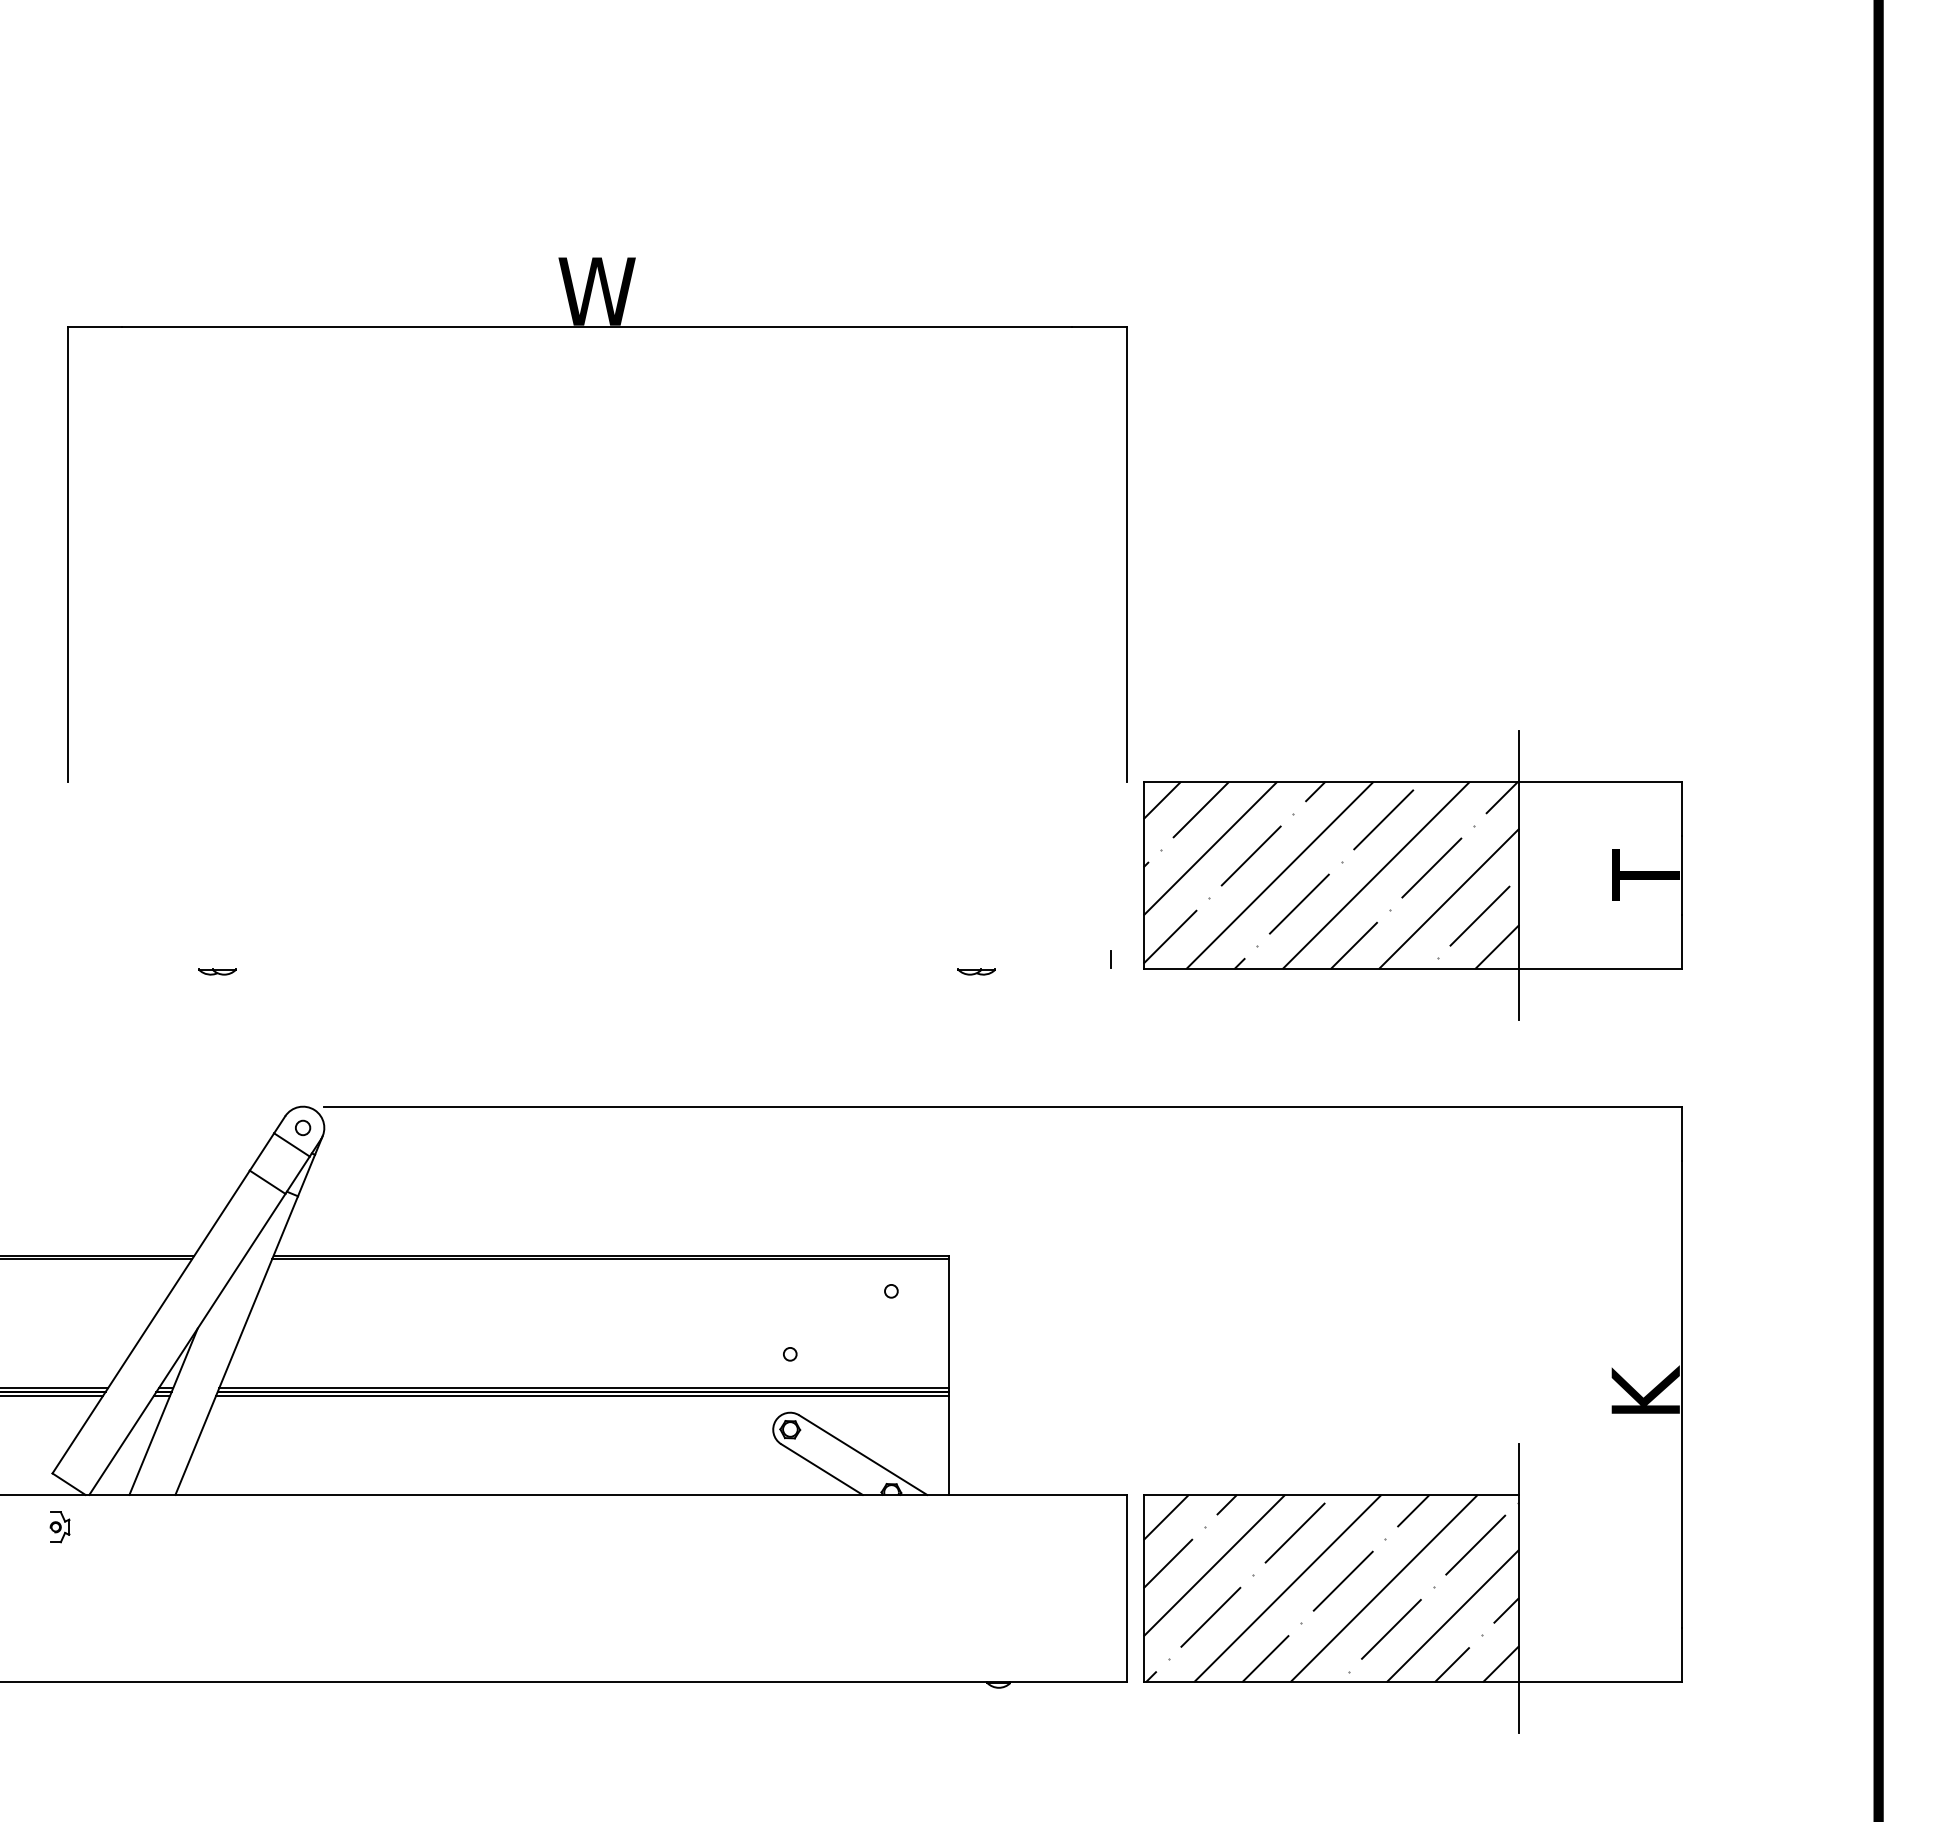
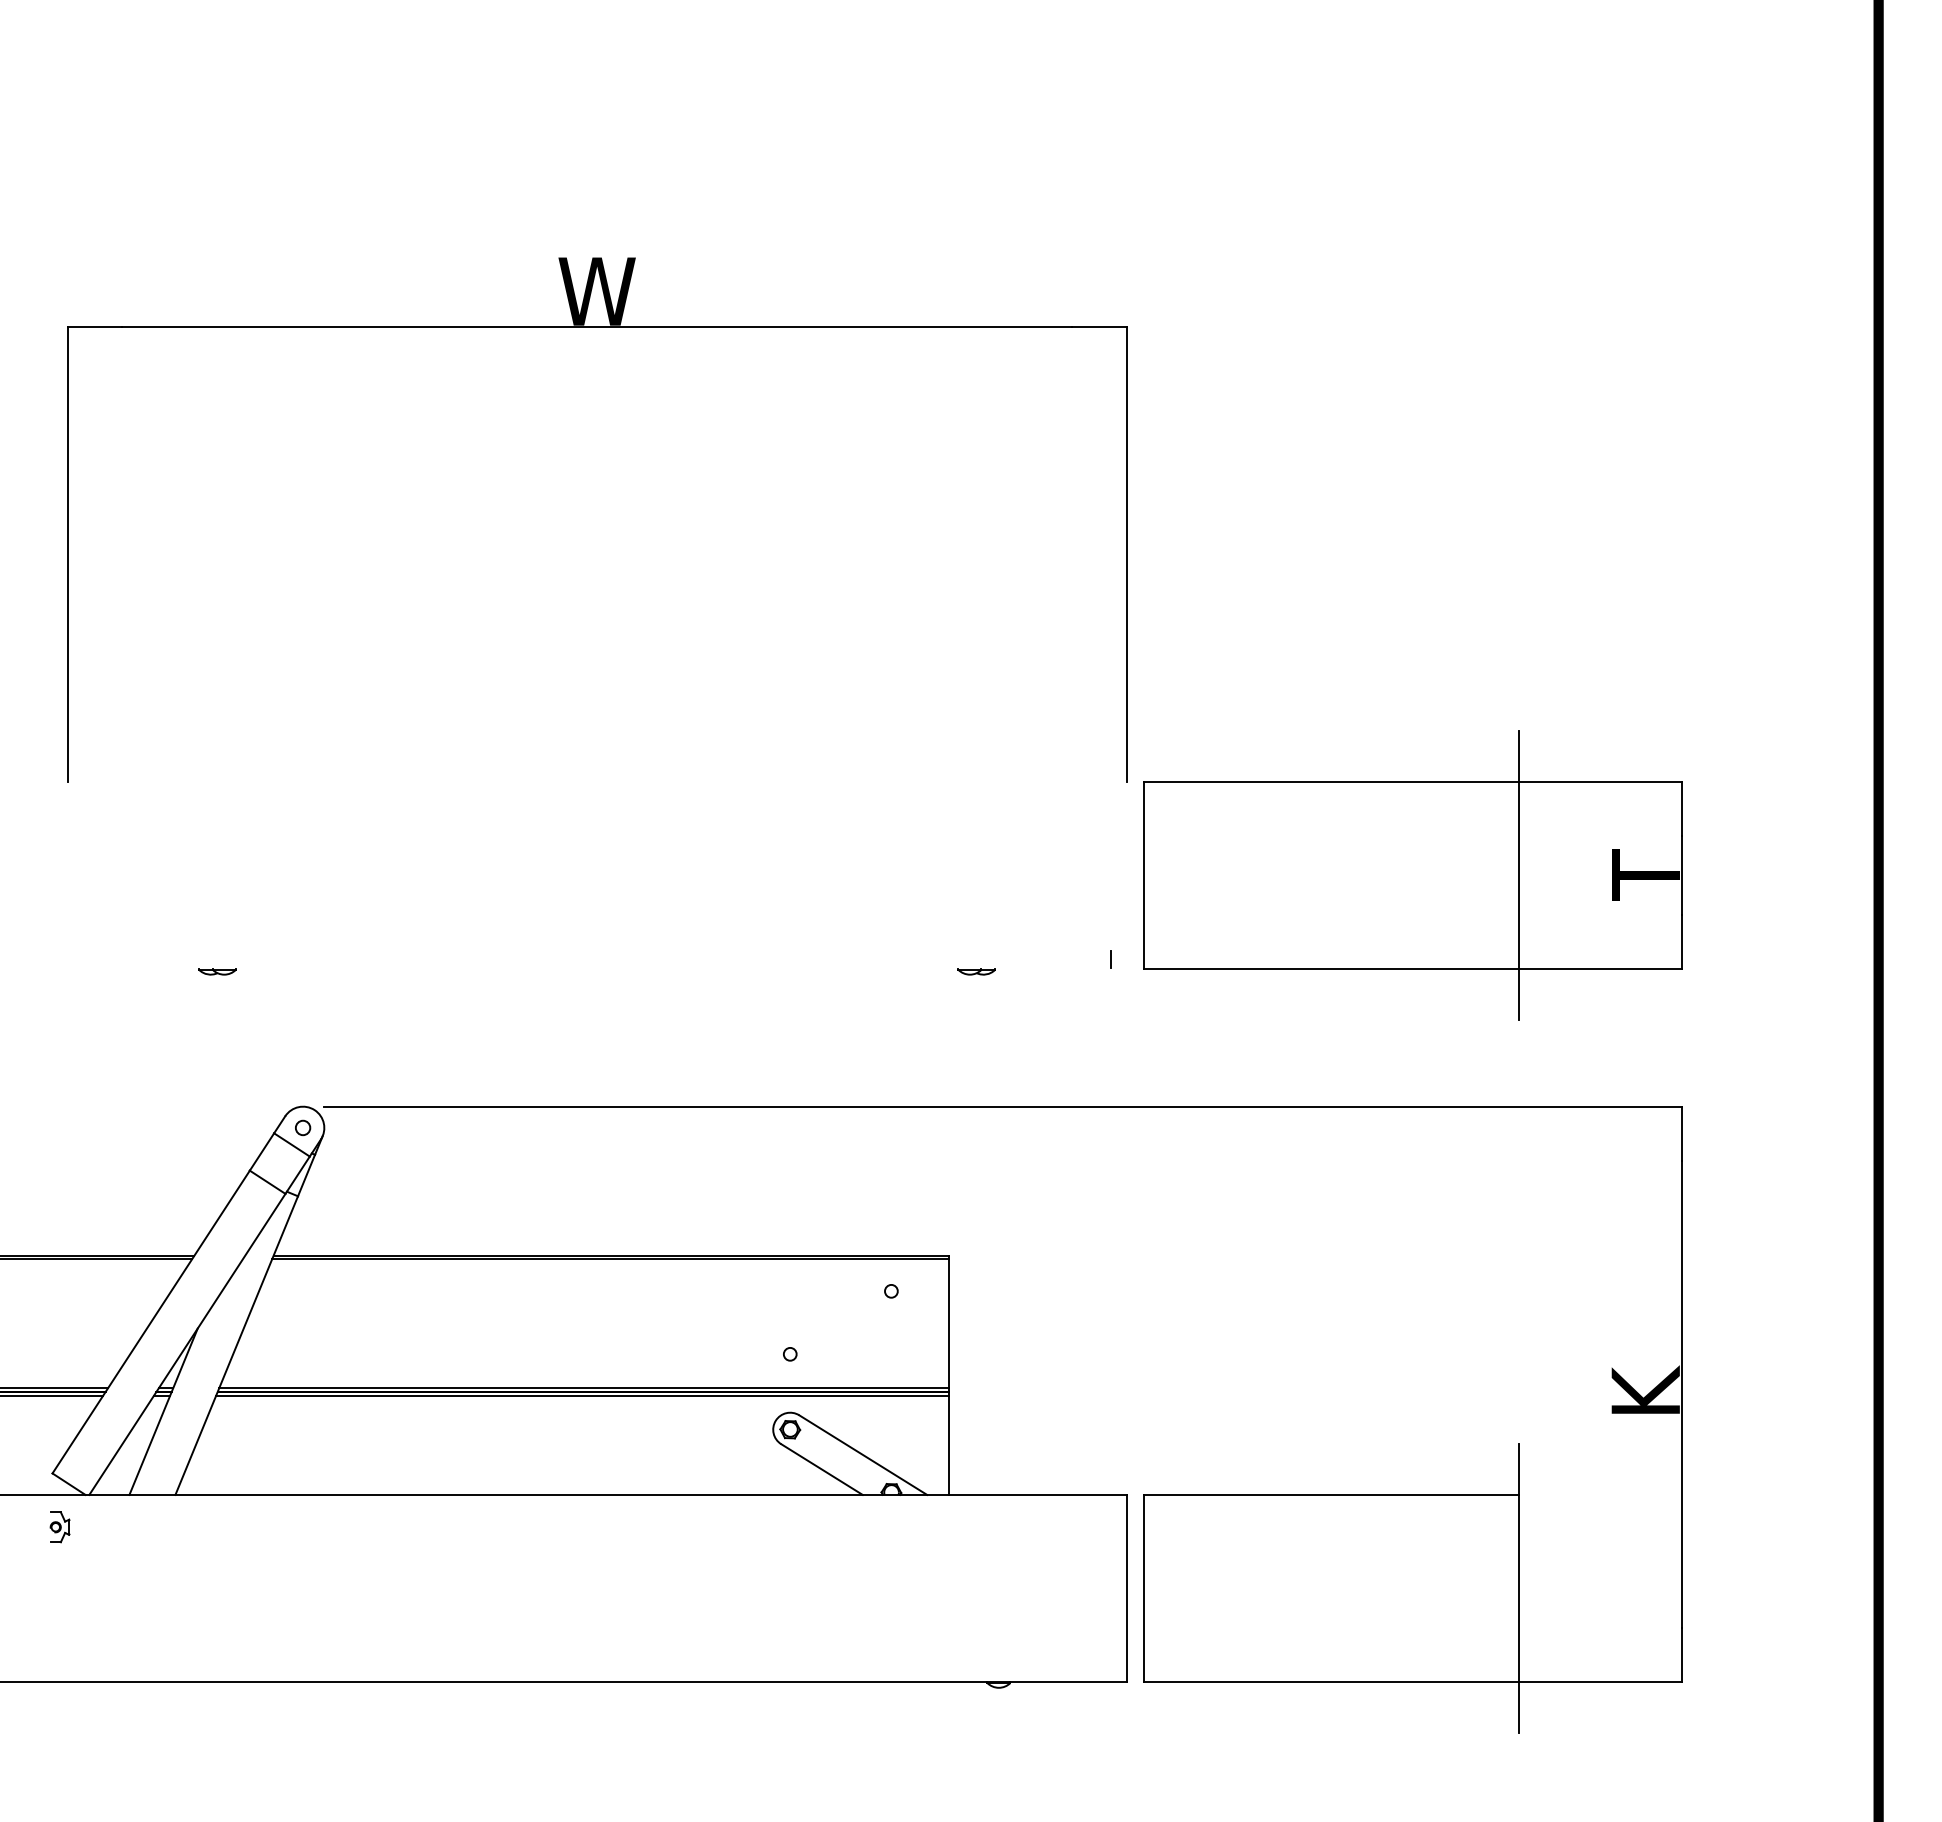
hatch at (1331, 875): present -> none
hatch at (1331, 1588): present -> none
